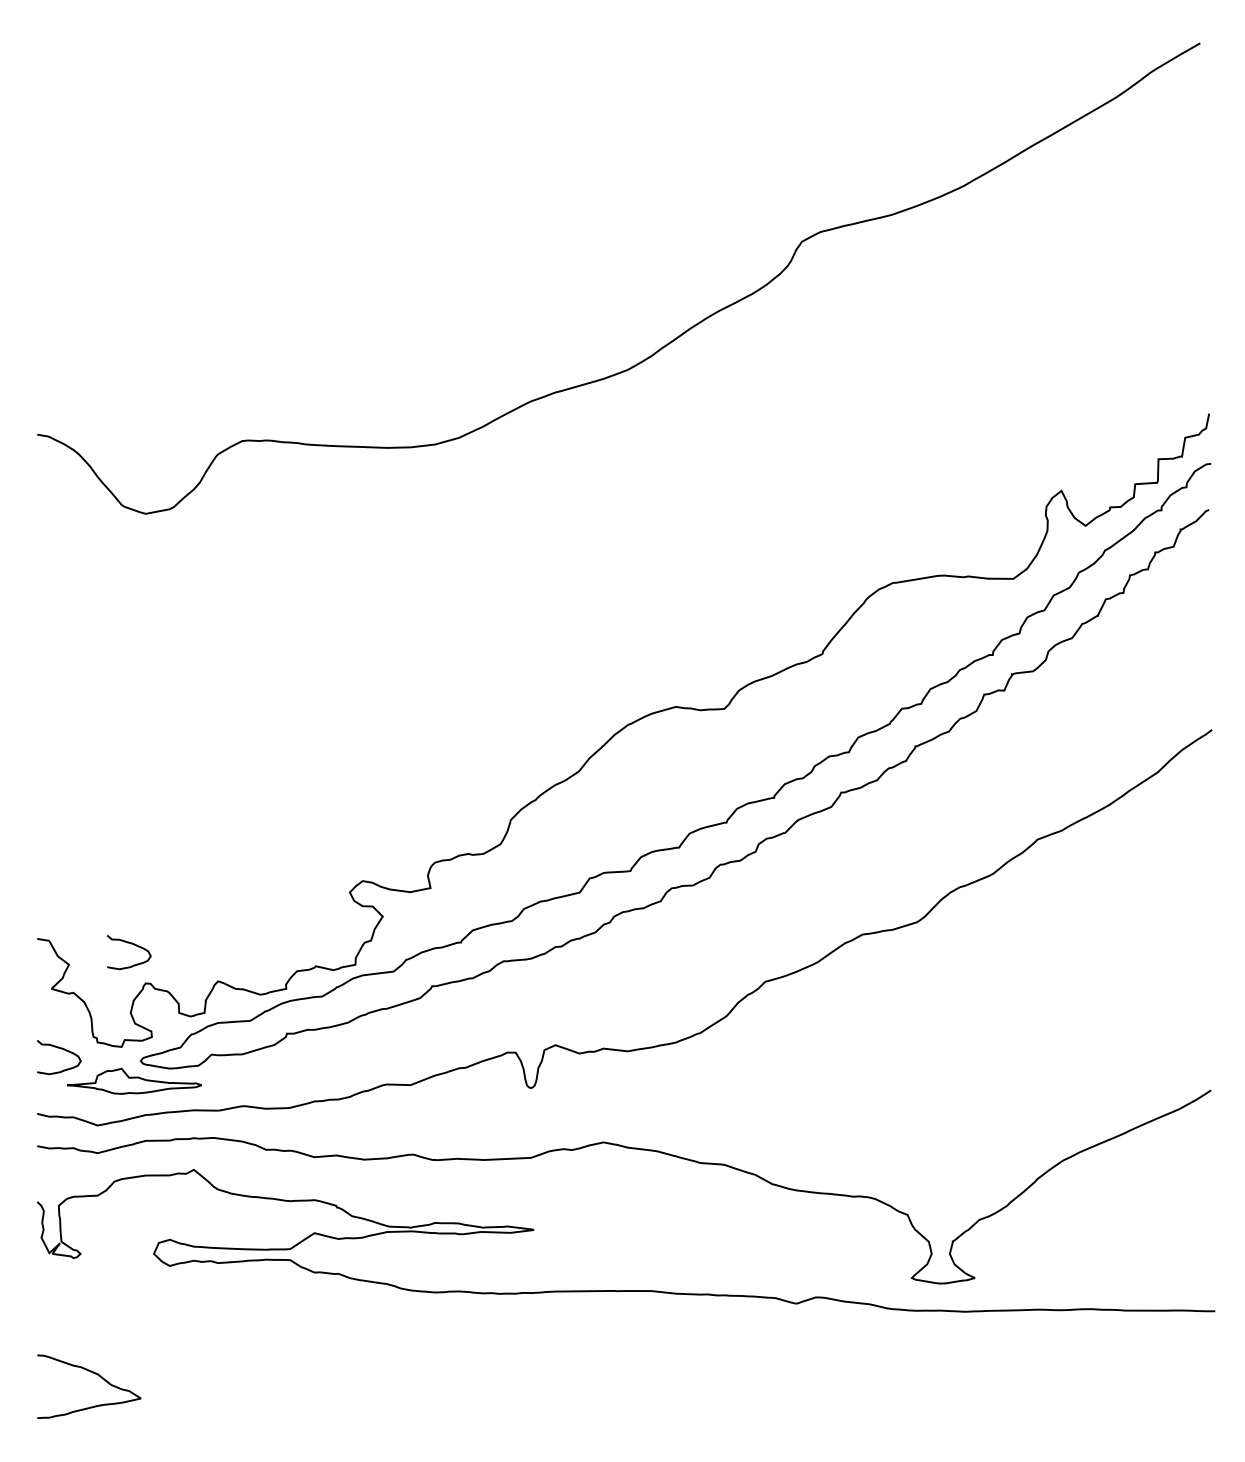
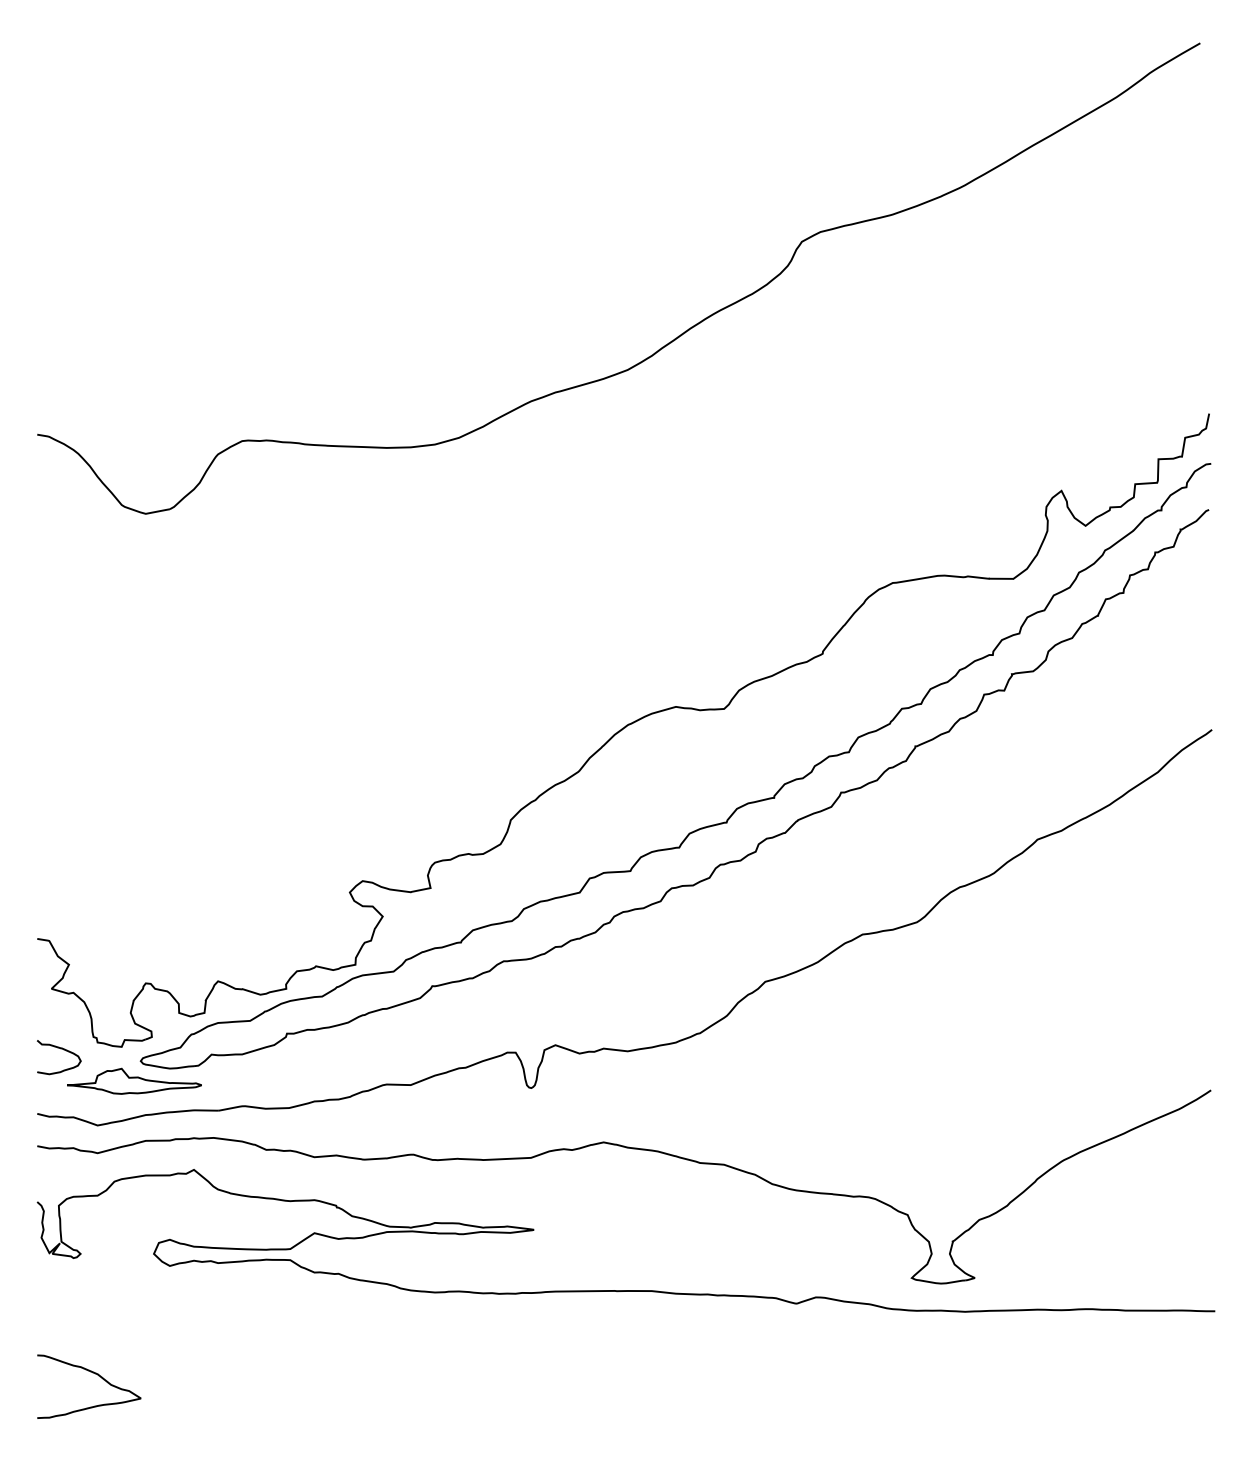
curve at (130, 944): present -> none
